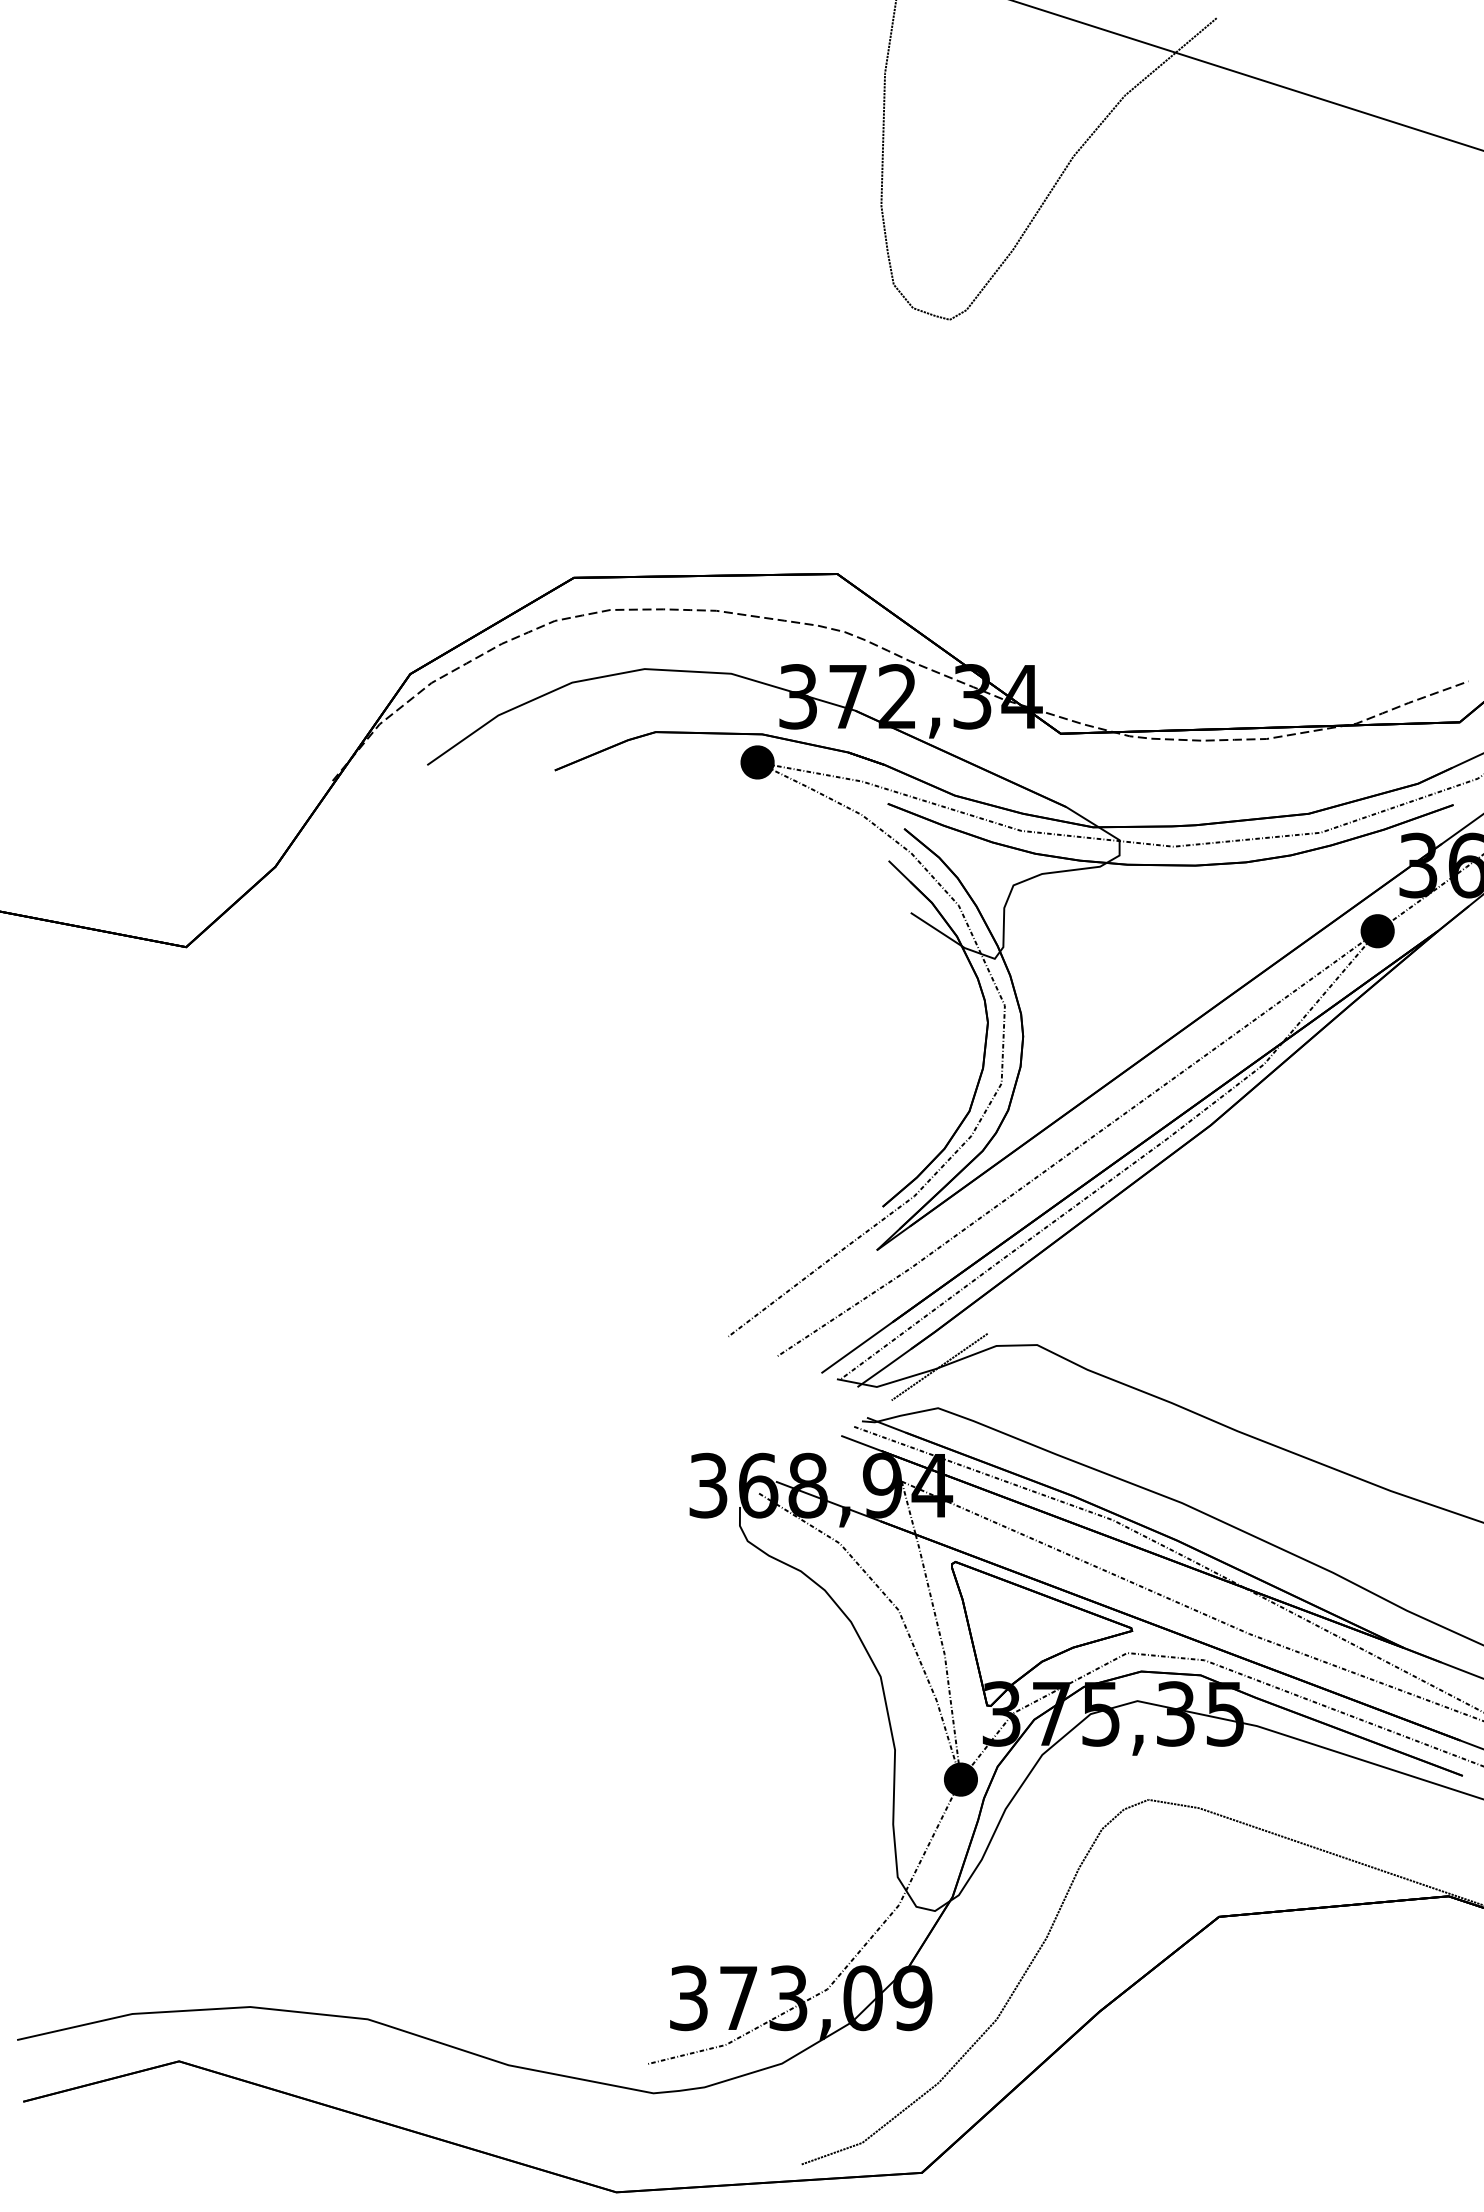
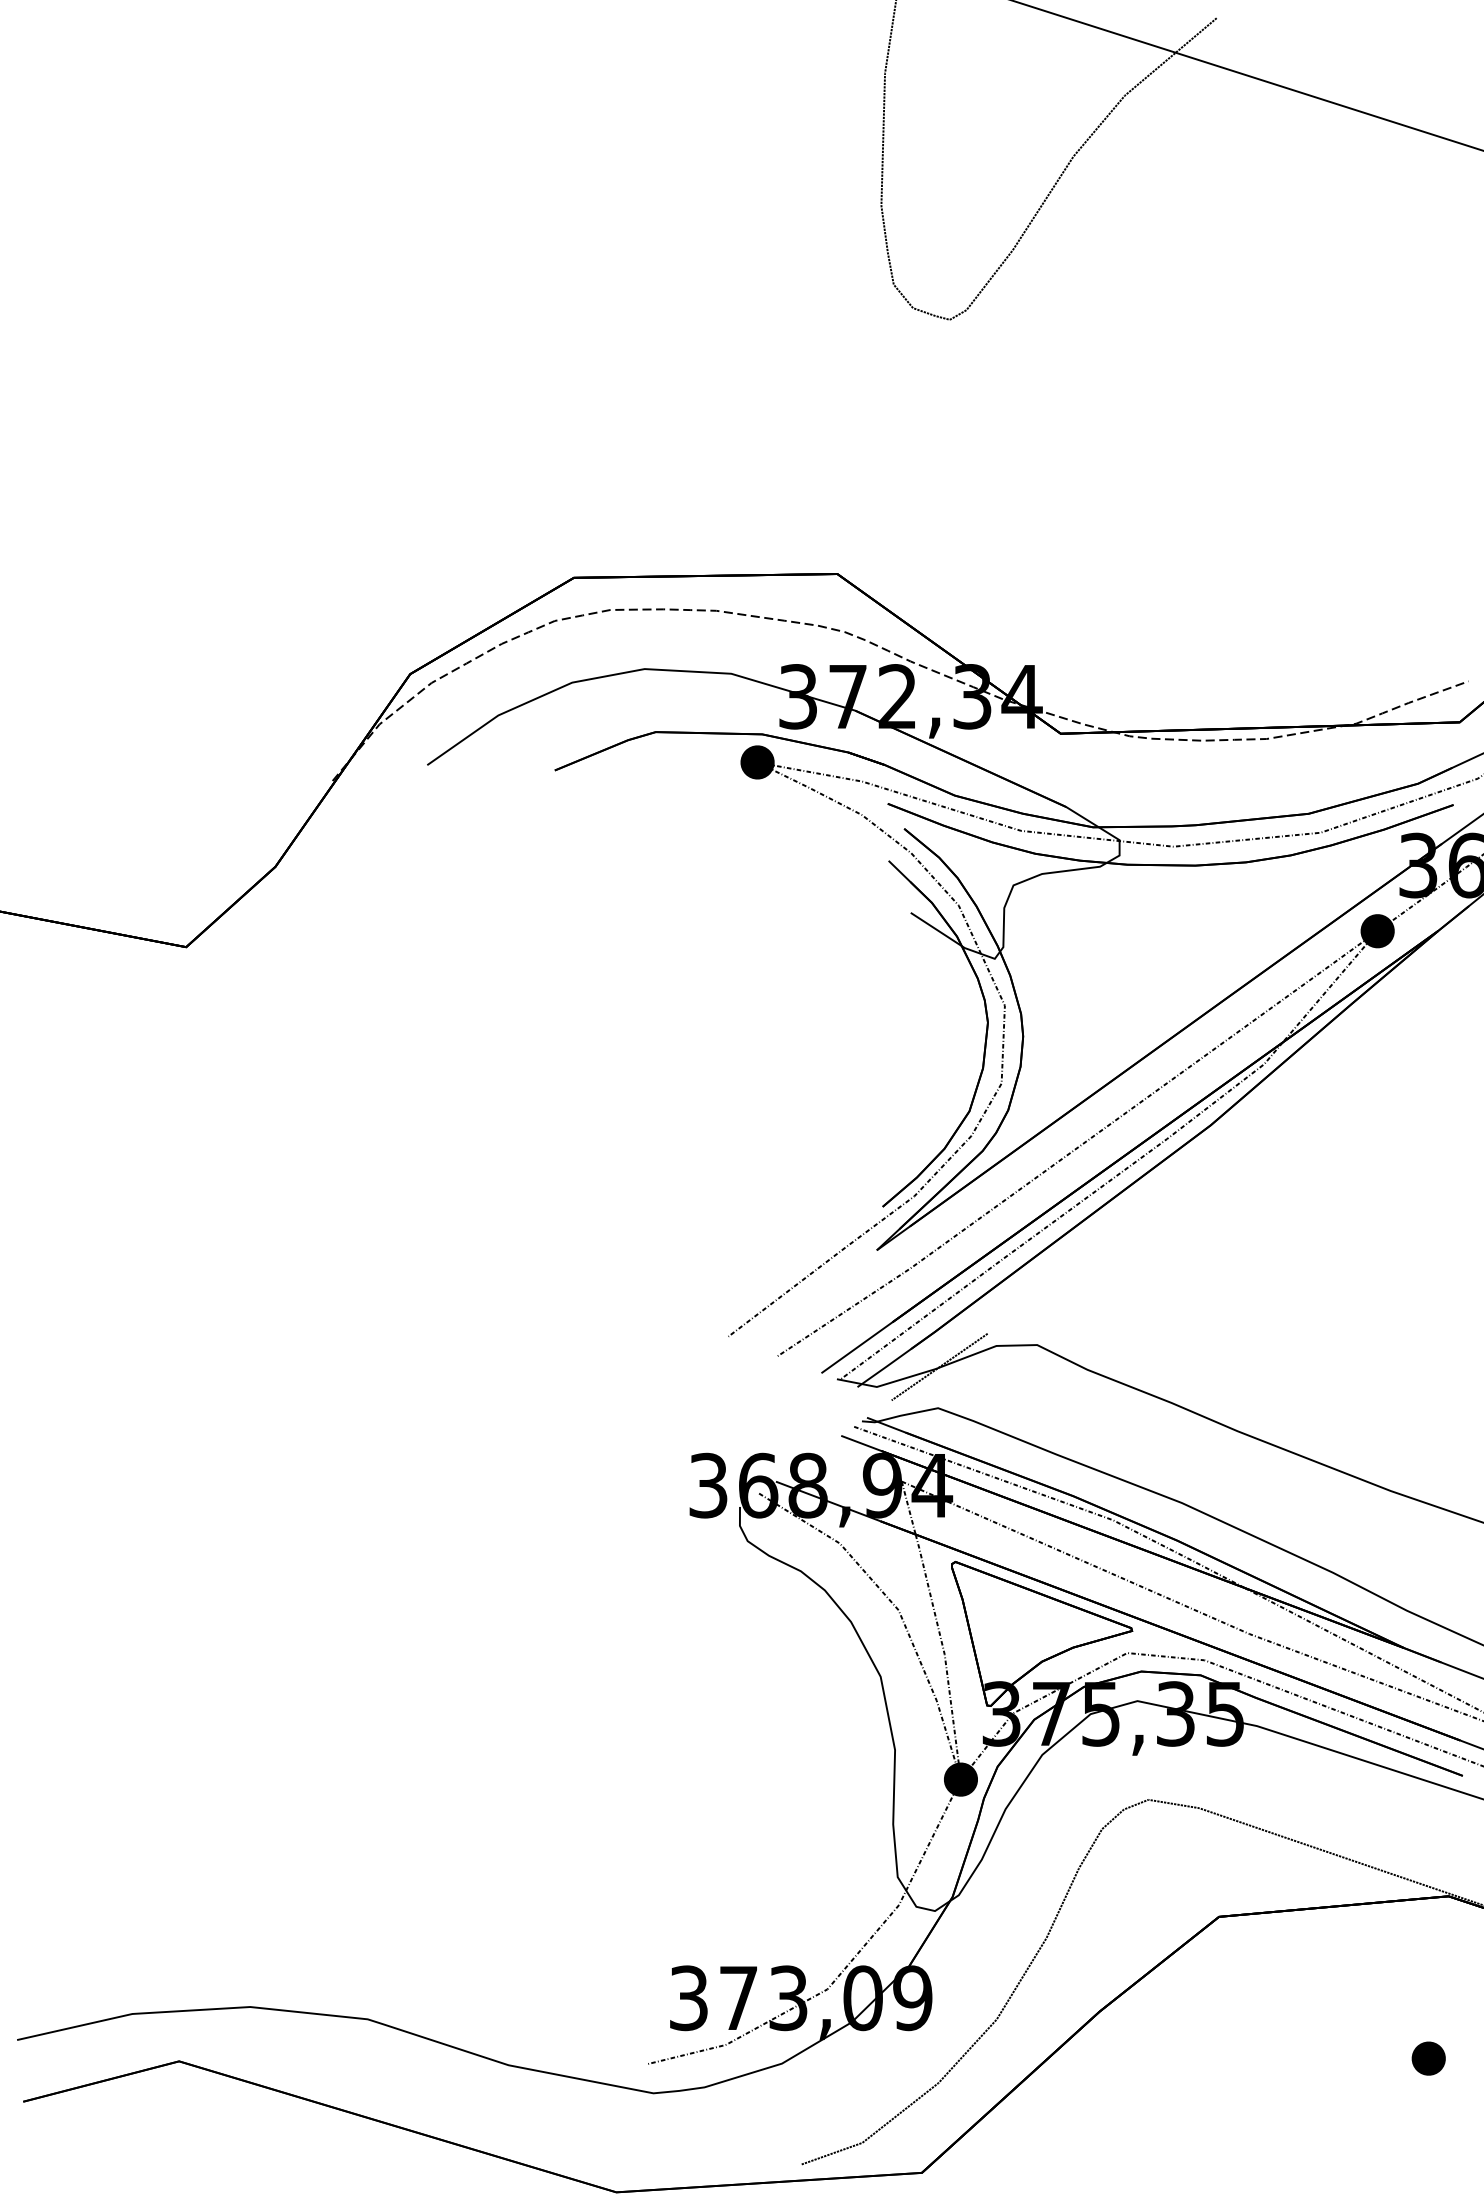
part at (1428, 2058): none -> present
